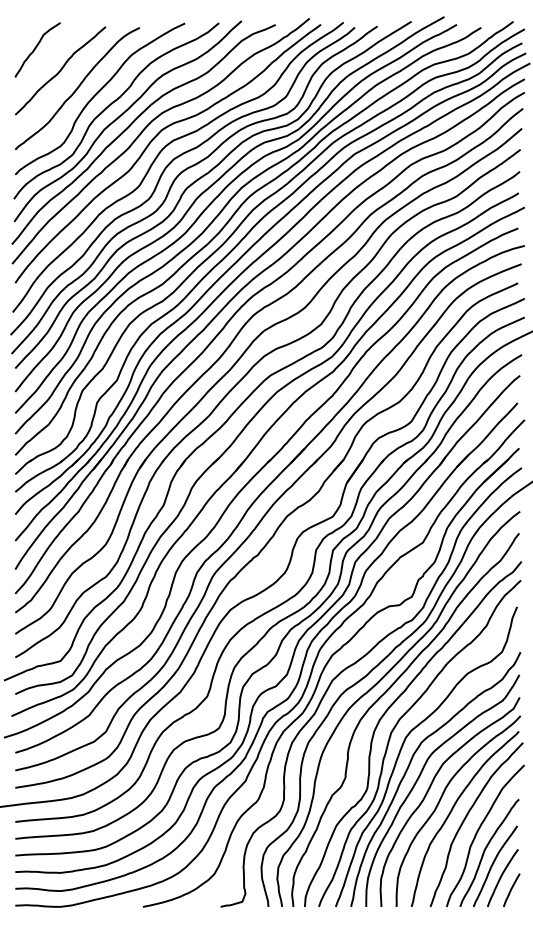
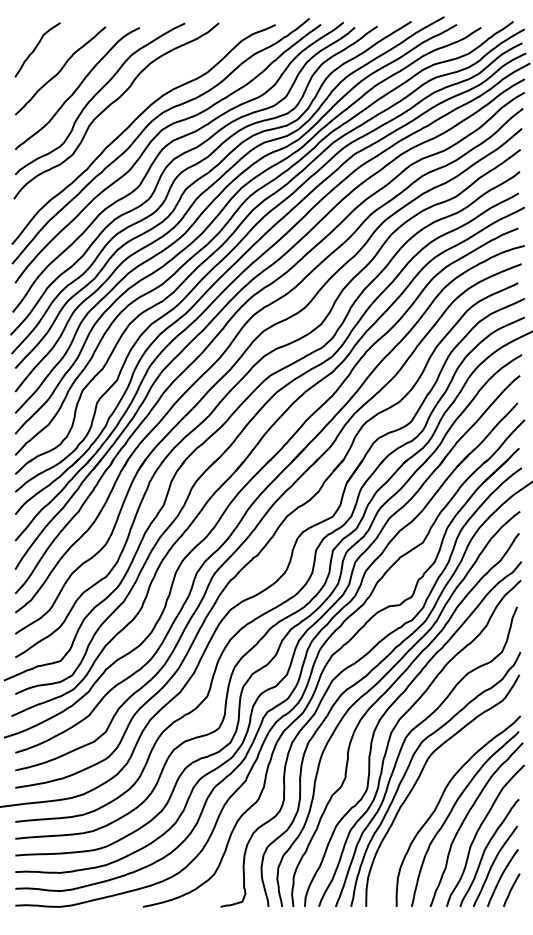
curve at (122, 115): present -> none
curve at (429, 790): present -> none
